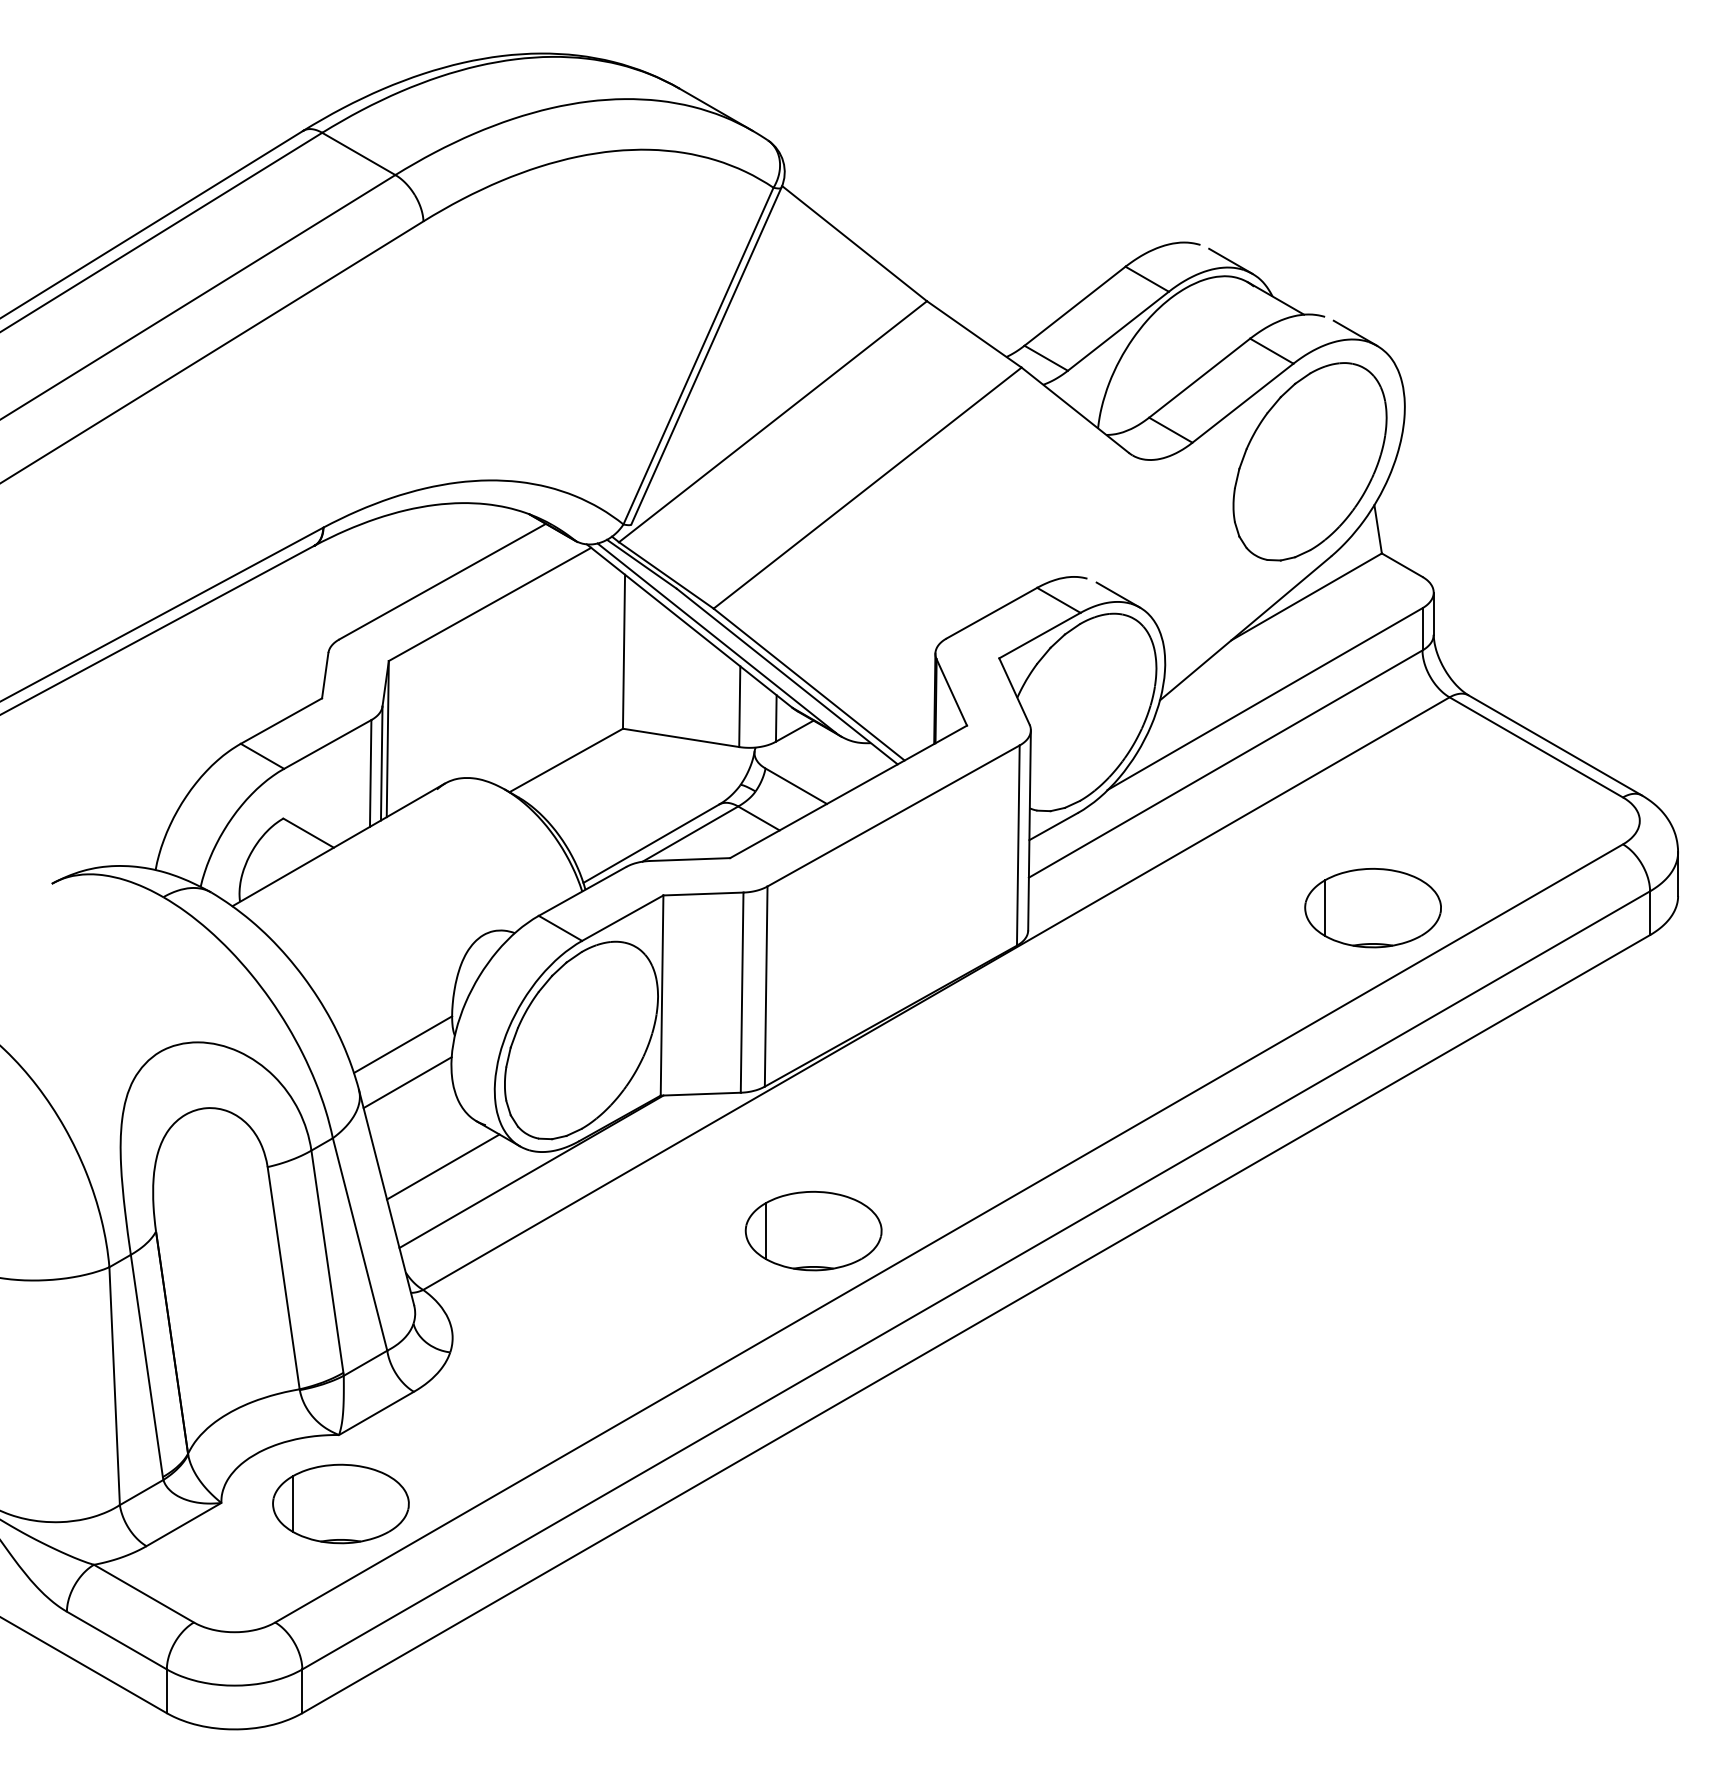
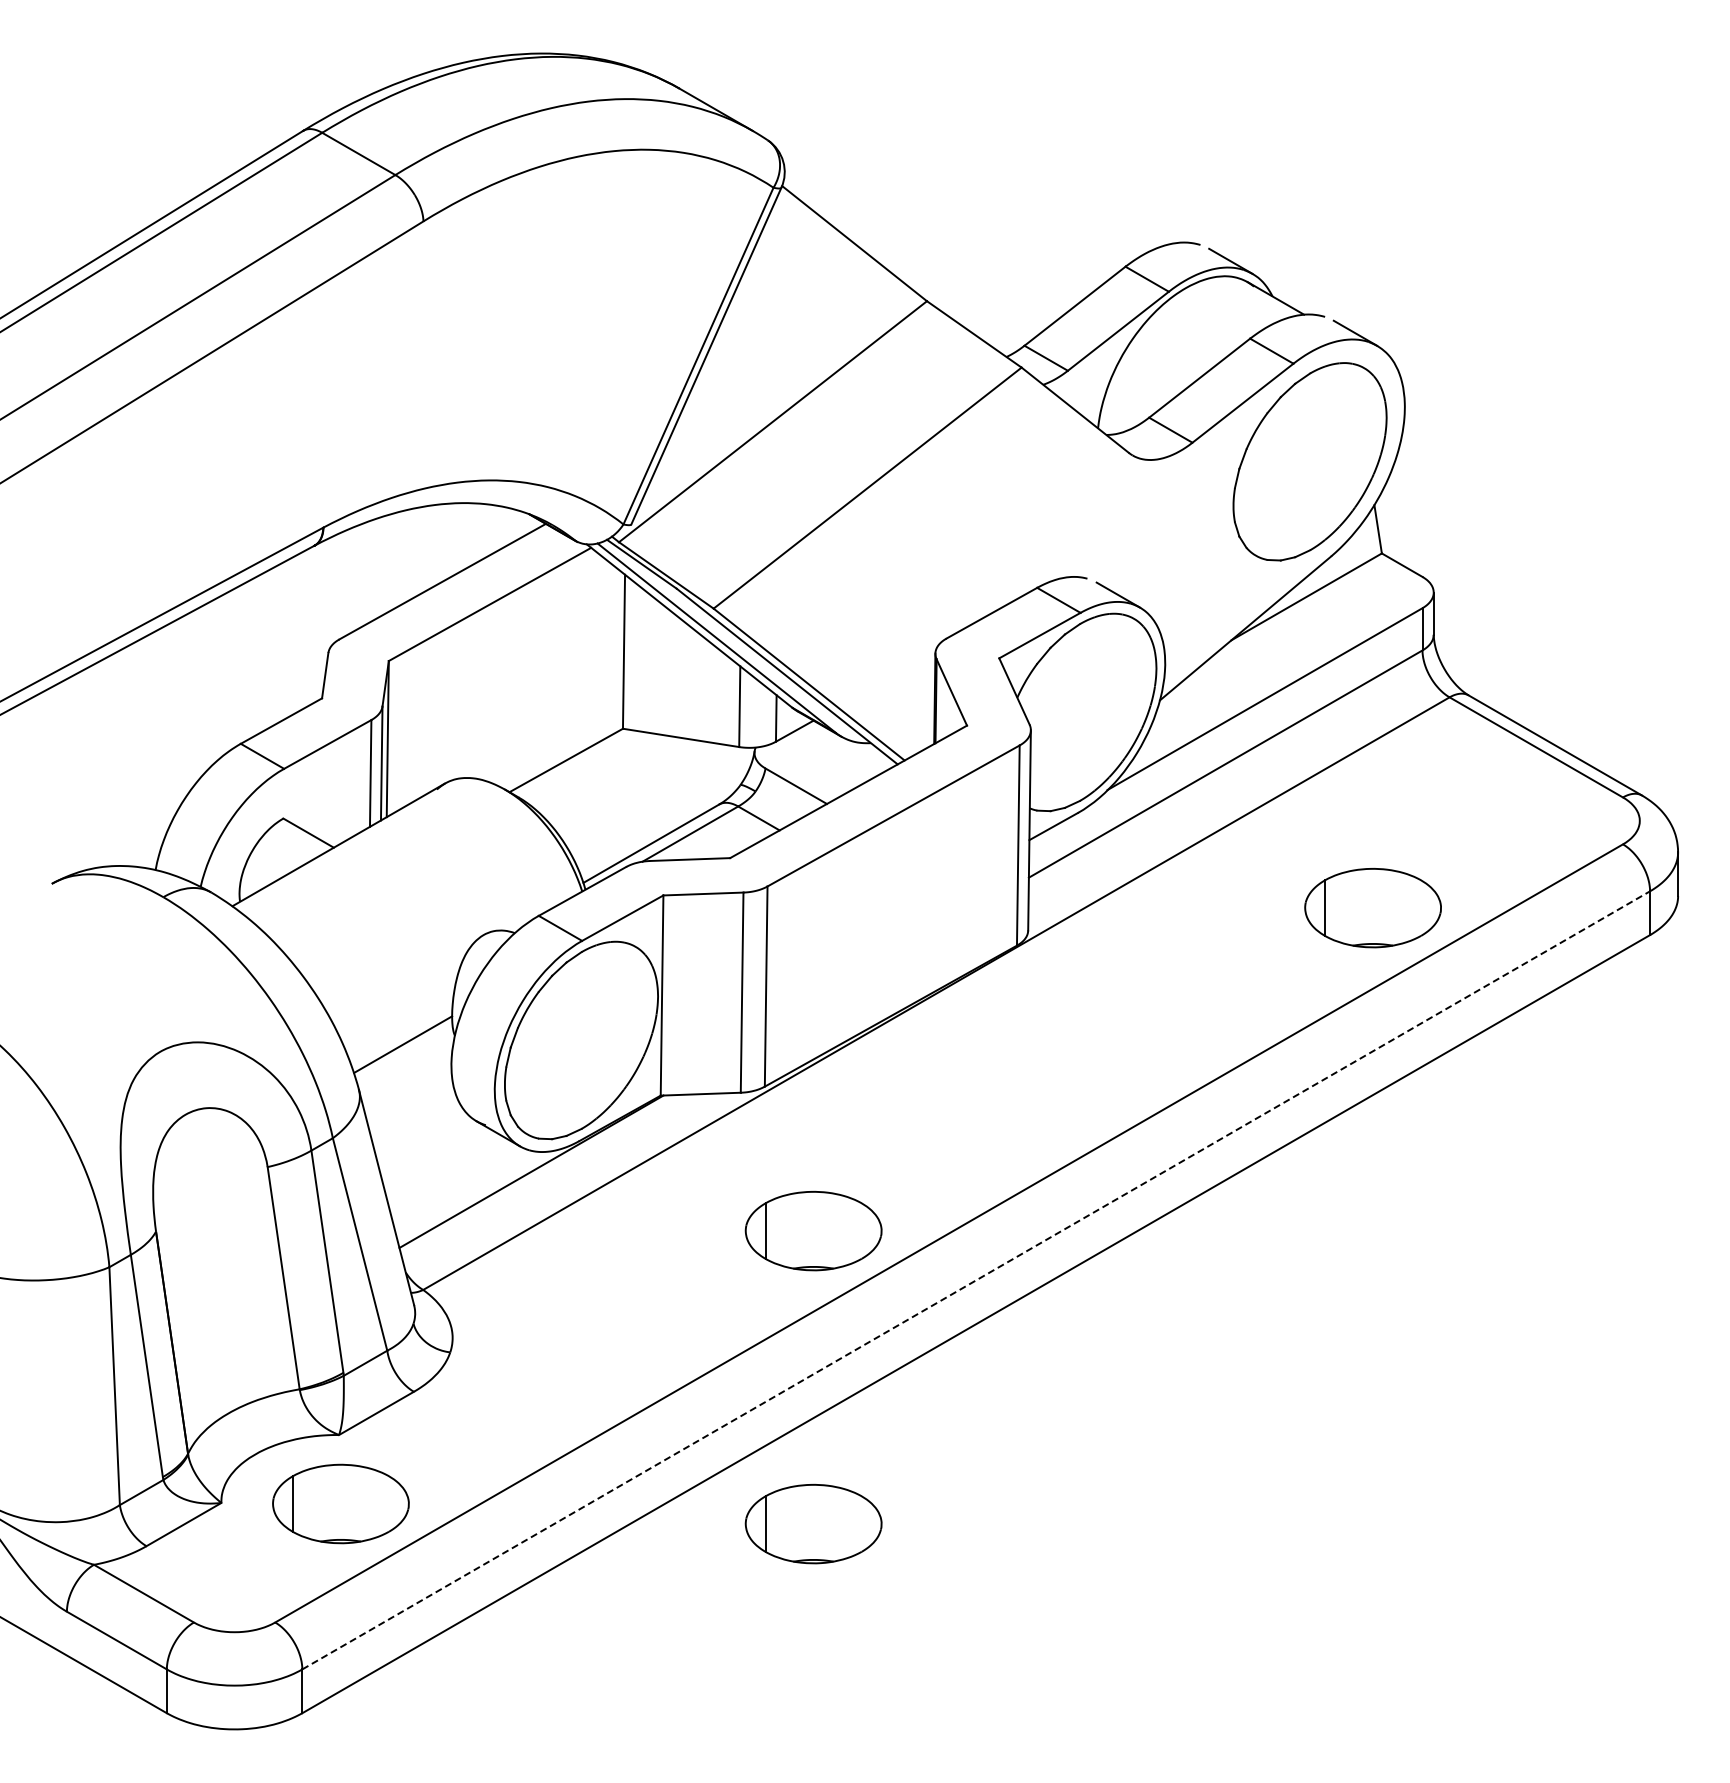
line at (407, 1082): present -> none
line at (443, 1166): present -> none
line at (976, 1280): solid -> dashed
part at (813, 1523): none -> present
